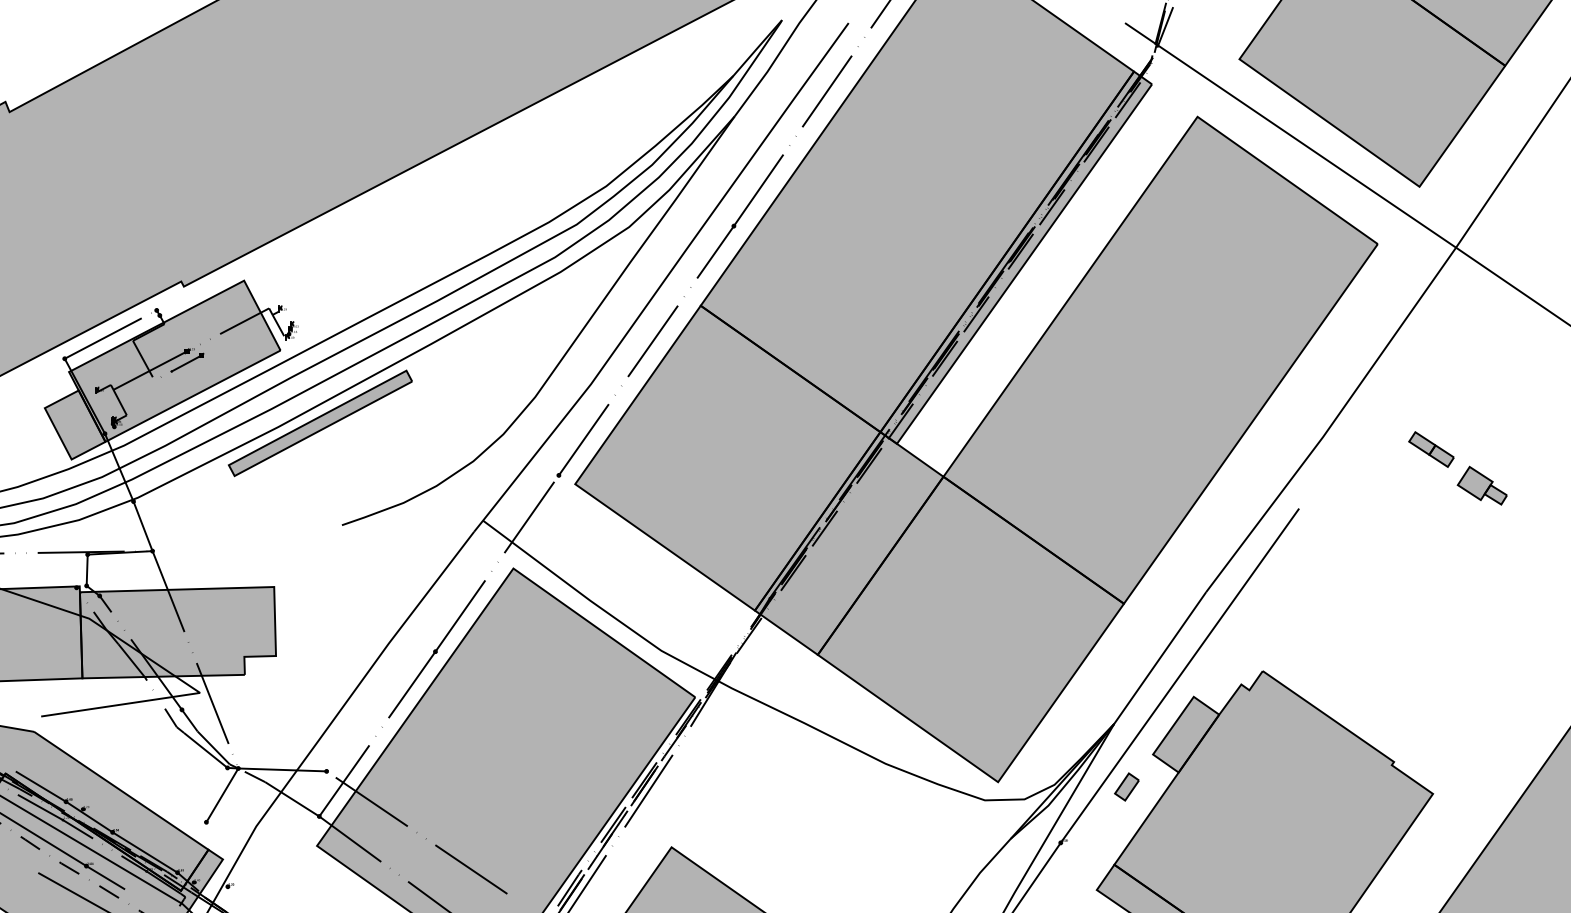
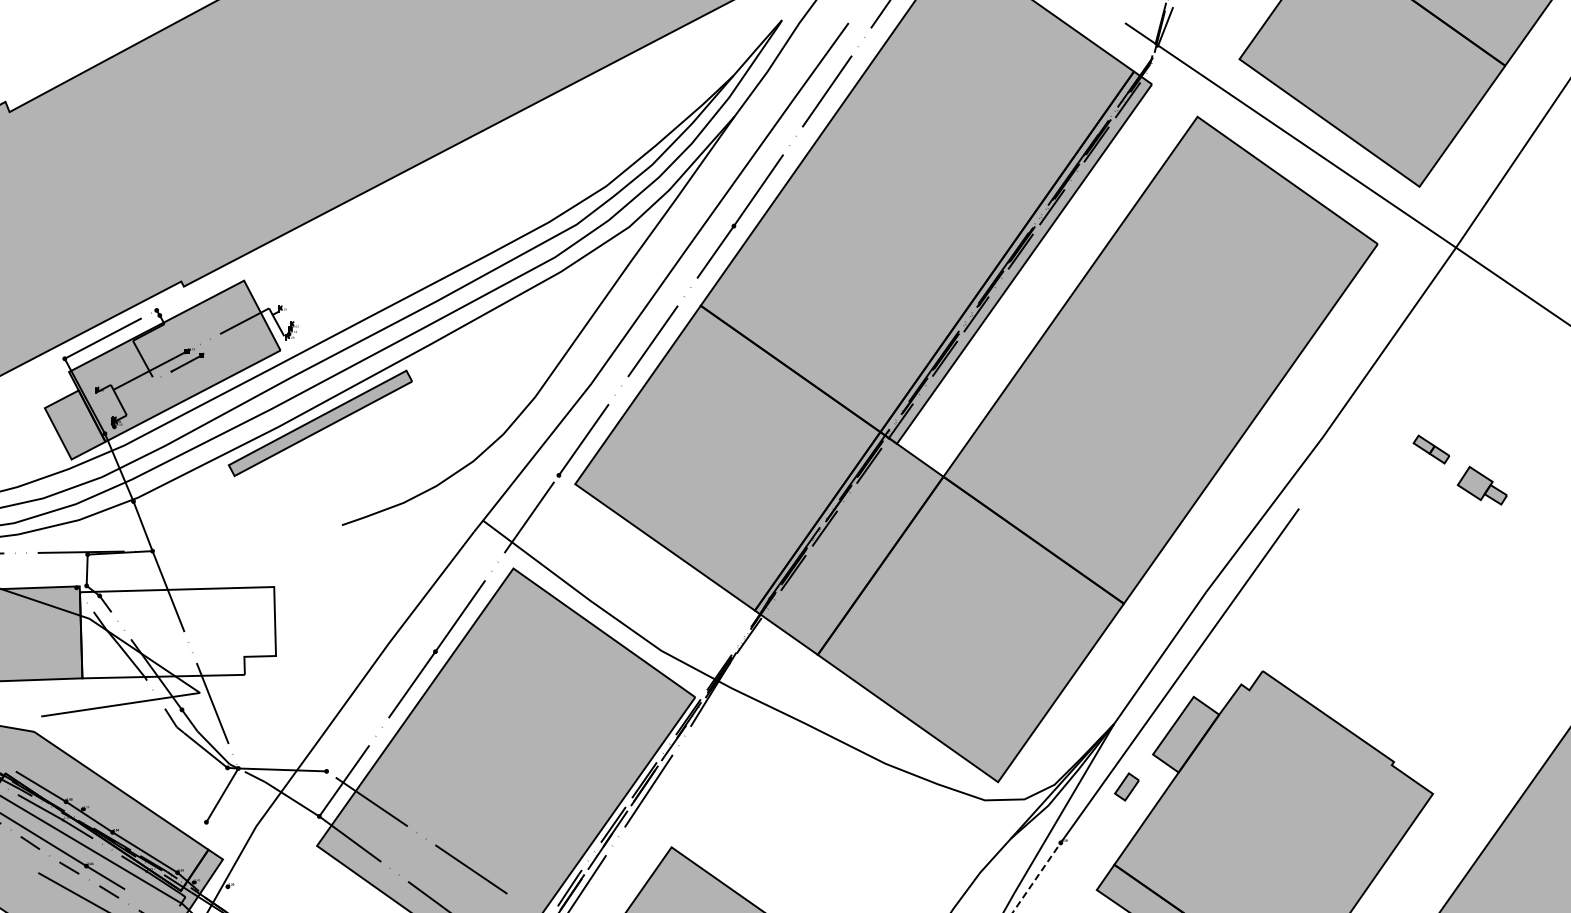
part at (1431, 449) size: 47x37 px -> 39x31 px
fill at (177, 632): present -> none
line at (1037, 877): solid -> dashed
